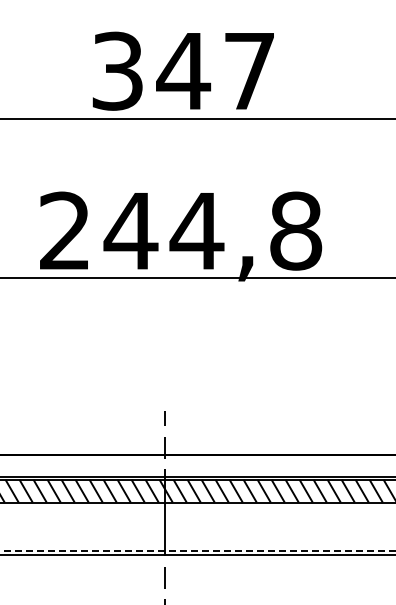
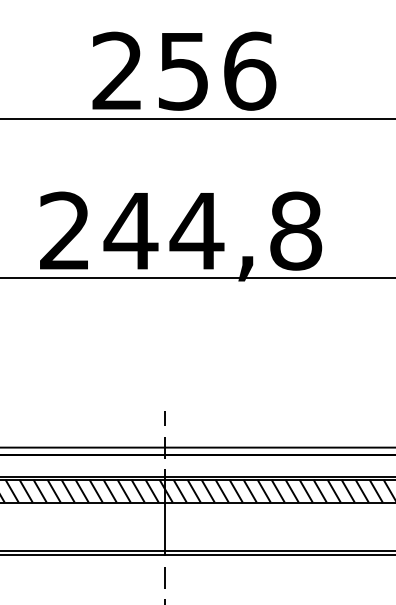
text at (184, 70): 347 -> 256
line at (197, 447): none -> present
line at (197, 550): dashed -> solid
